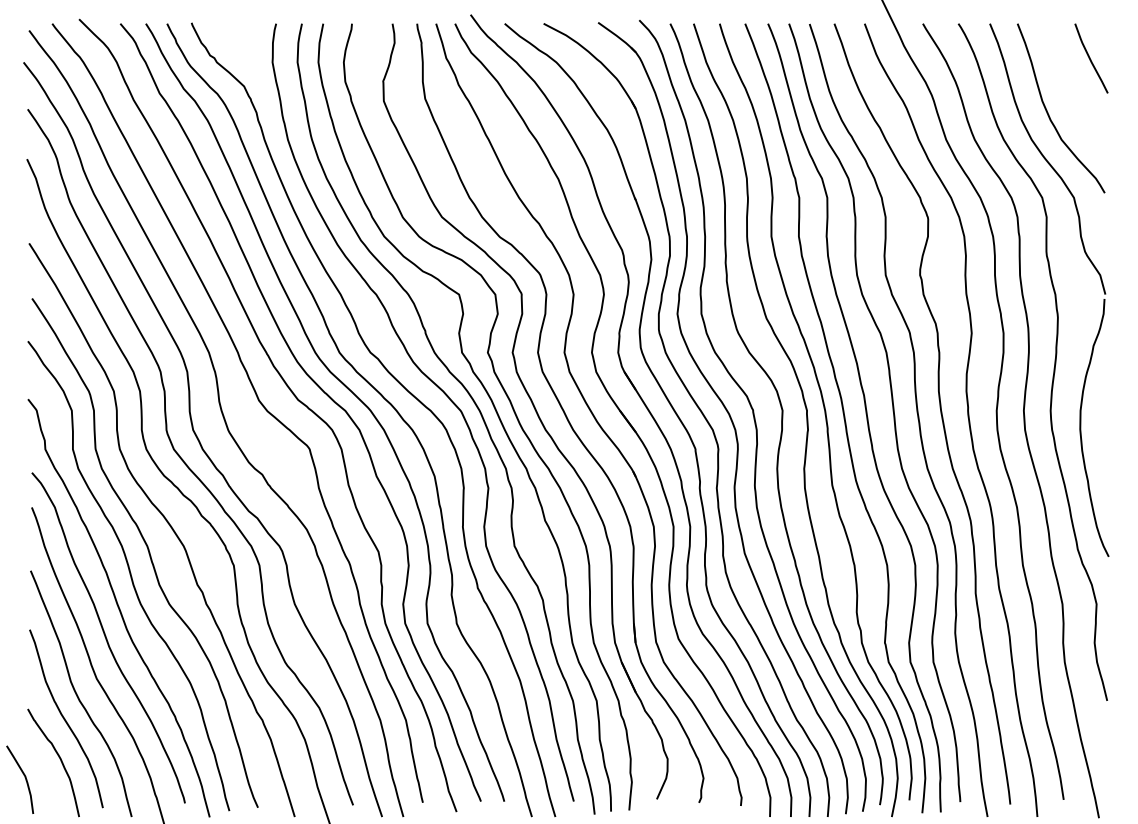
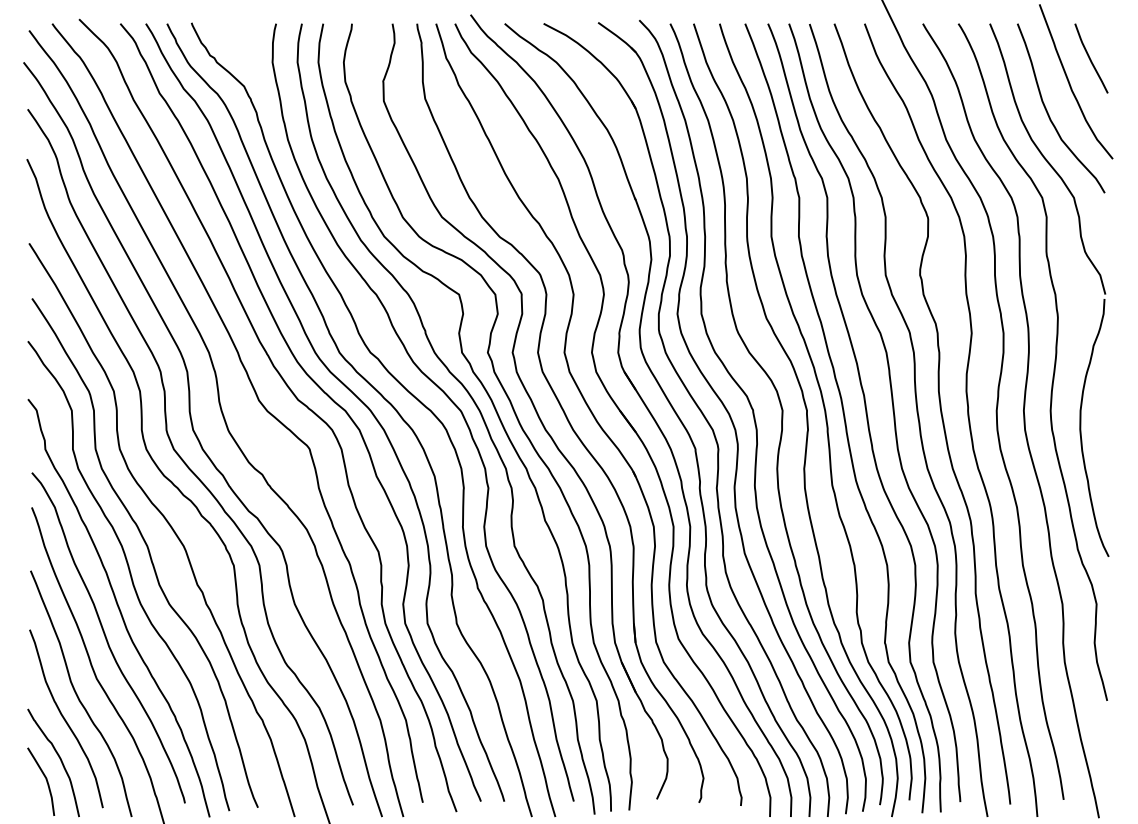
curve at (1070, 83): none -> present
curve at (24, 777) position: (24, 777) -> (45, 779)
